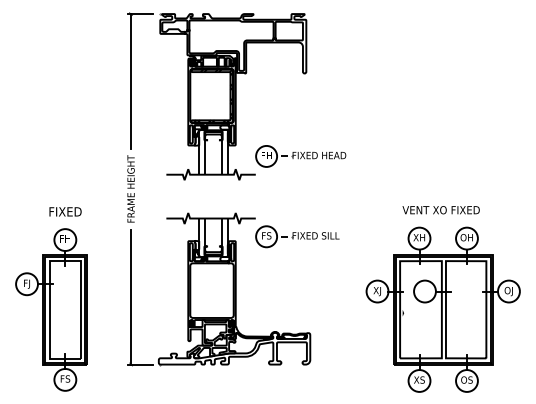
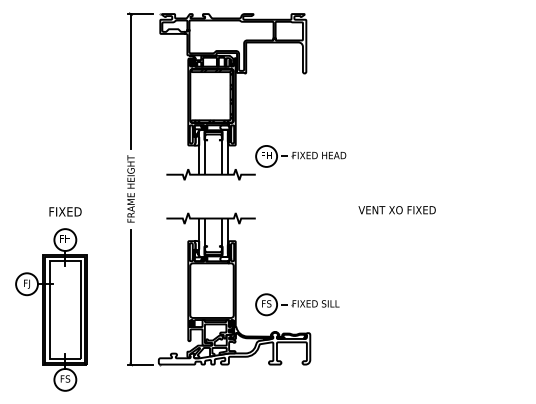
text at (440, 210) position: (440, 210) -> (396, 210)
part at (297, 236) position: (297, 236) -> (297, 304)
part at (442, 309): present -> none
